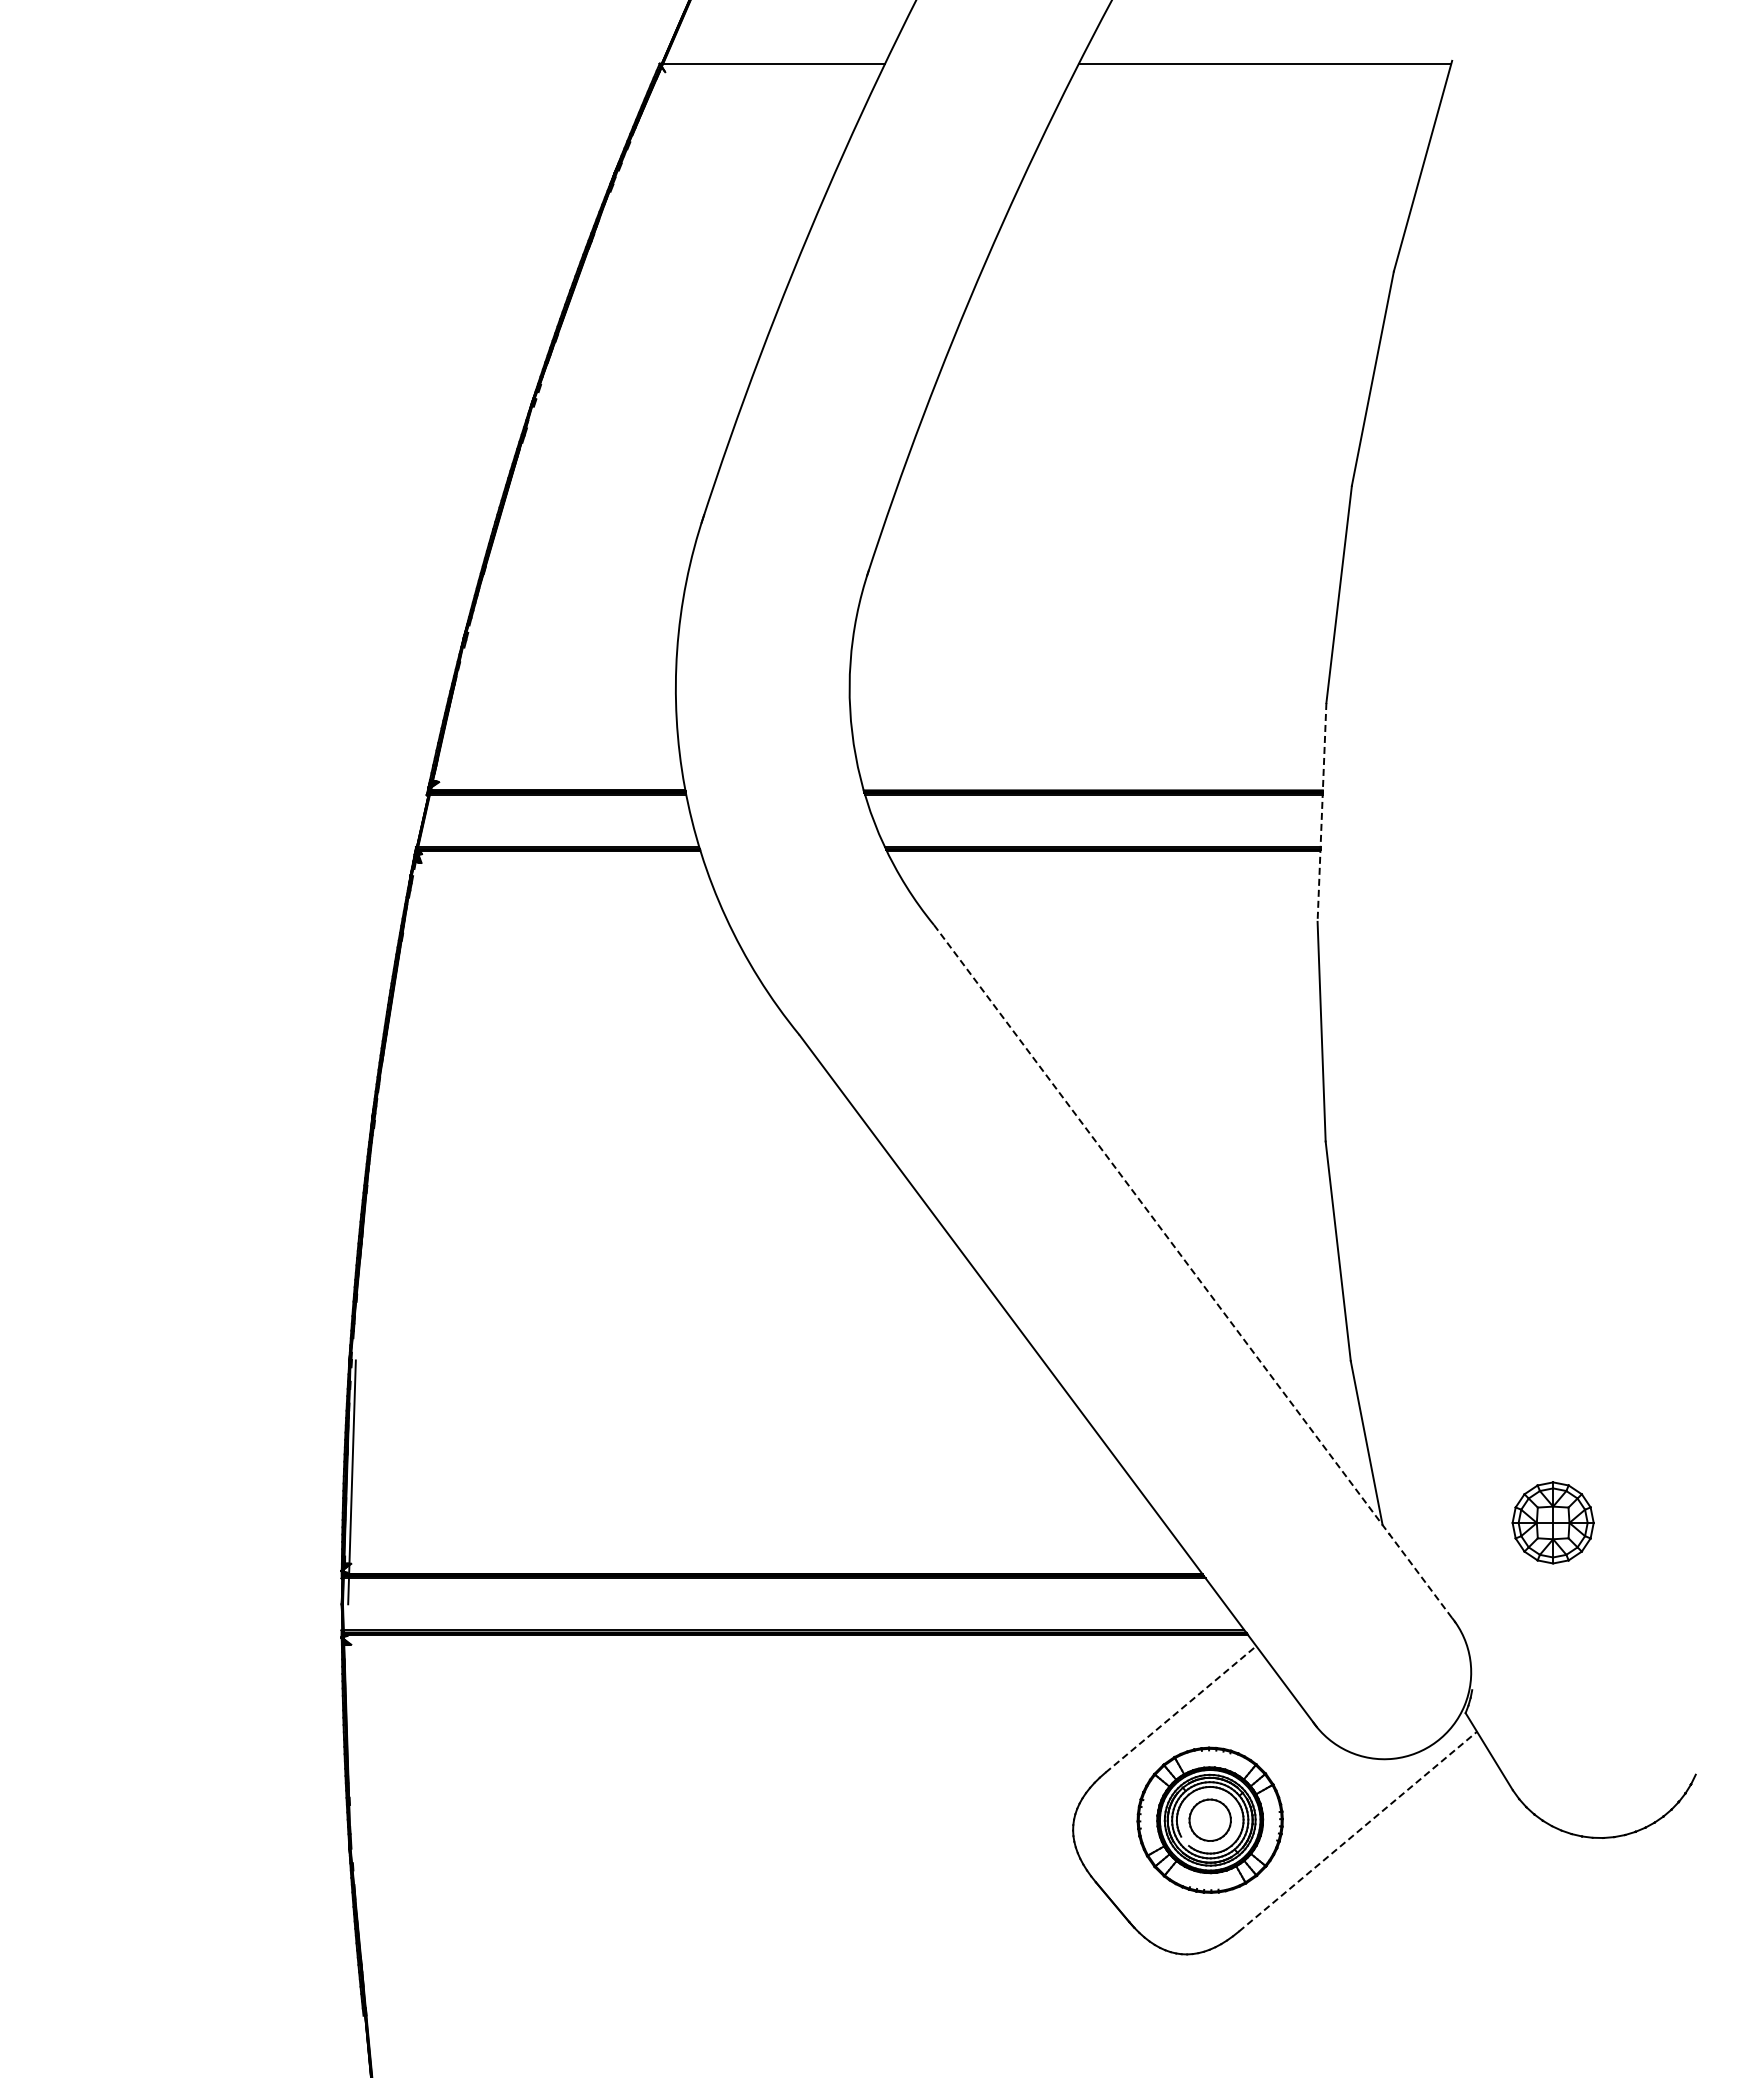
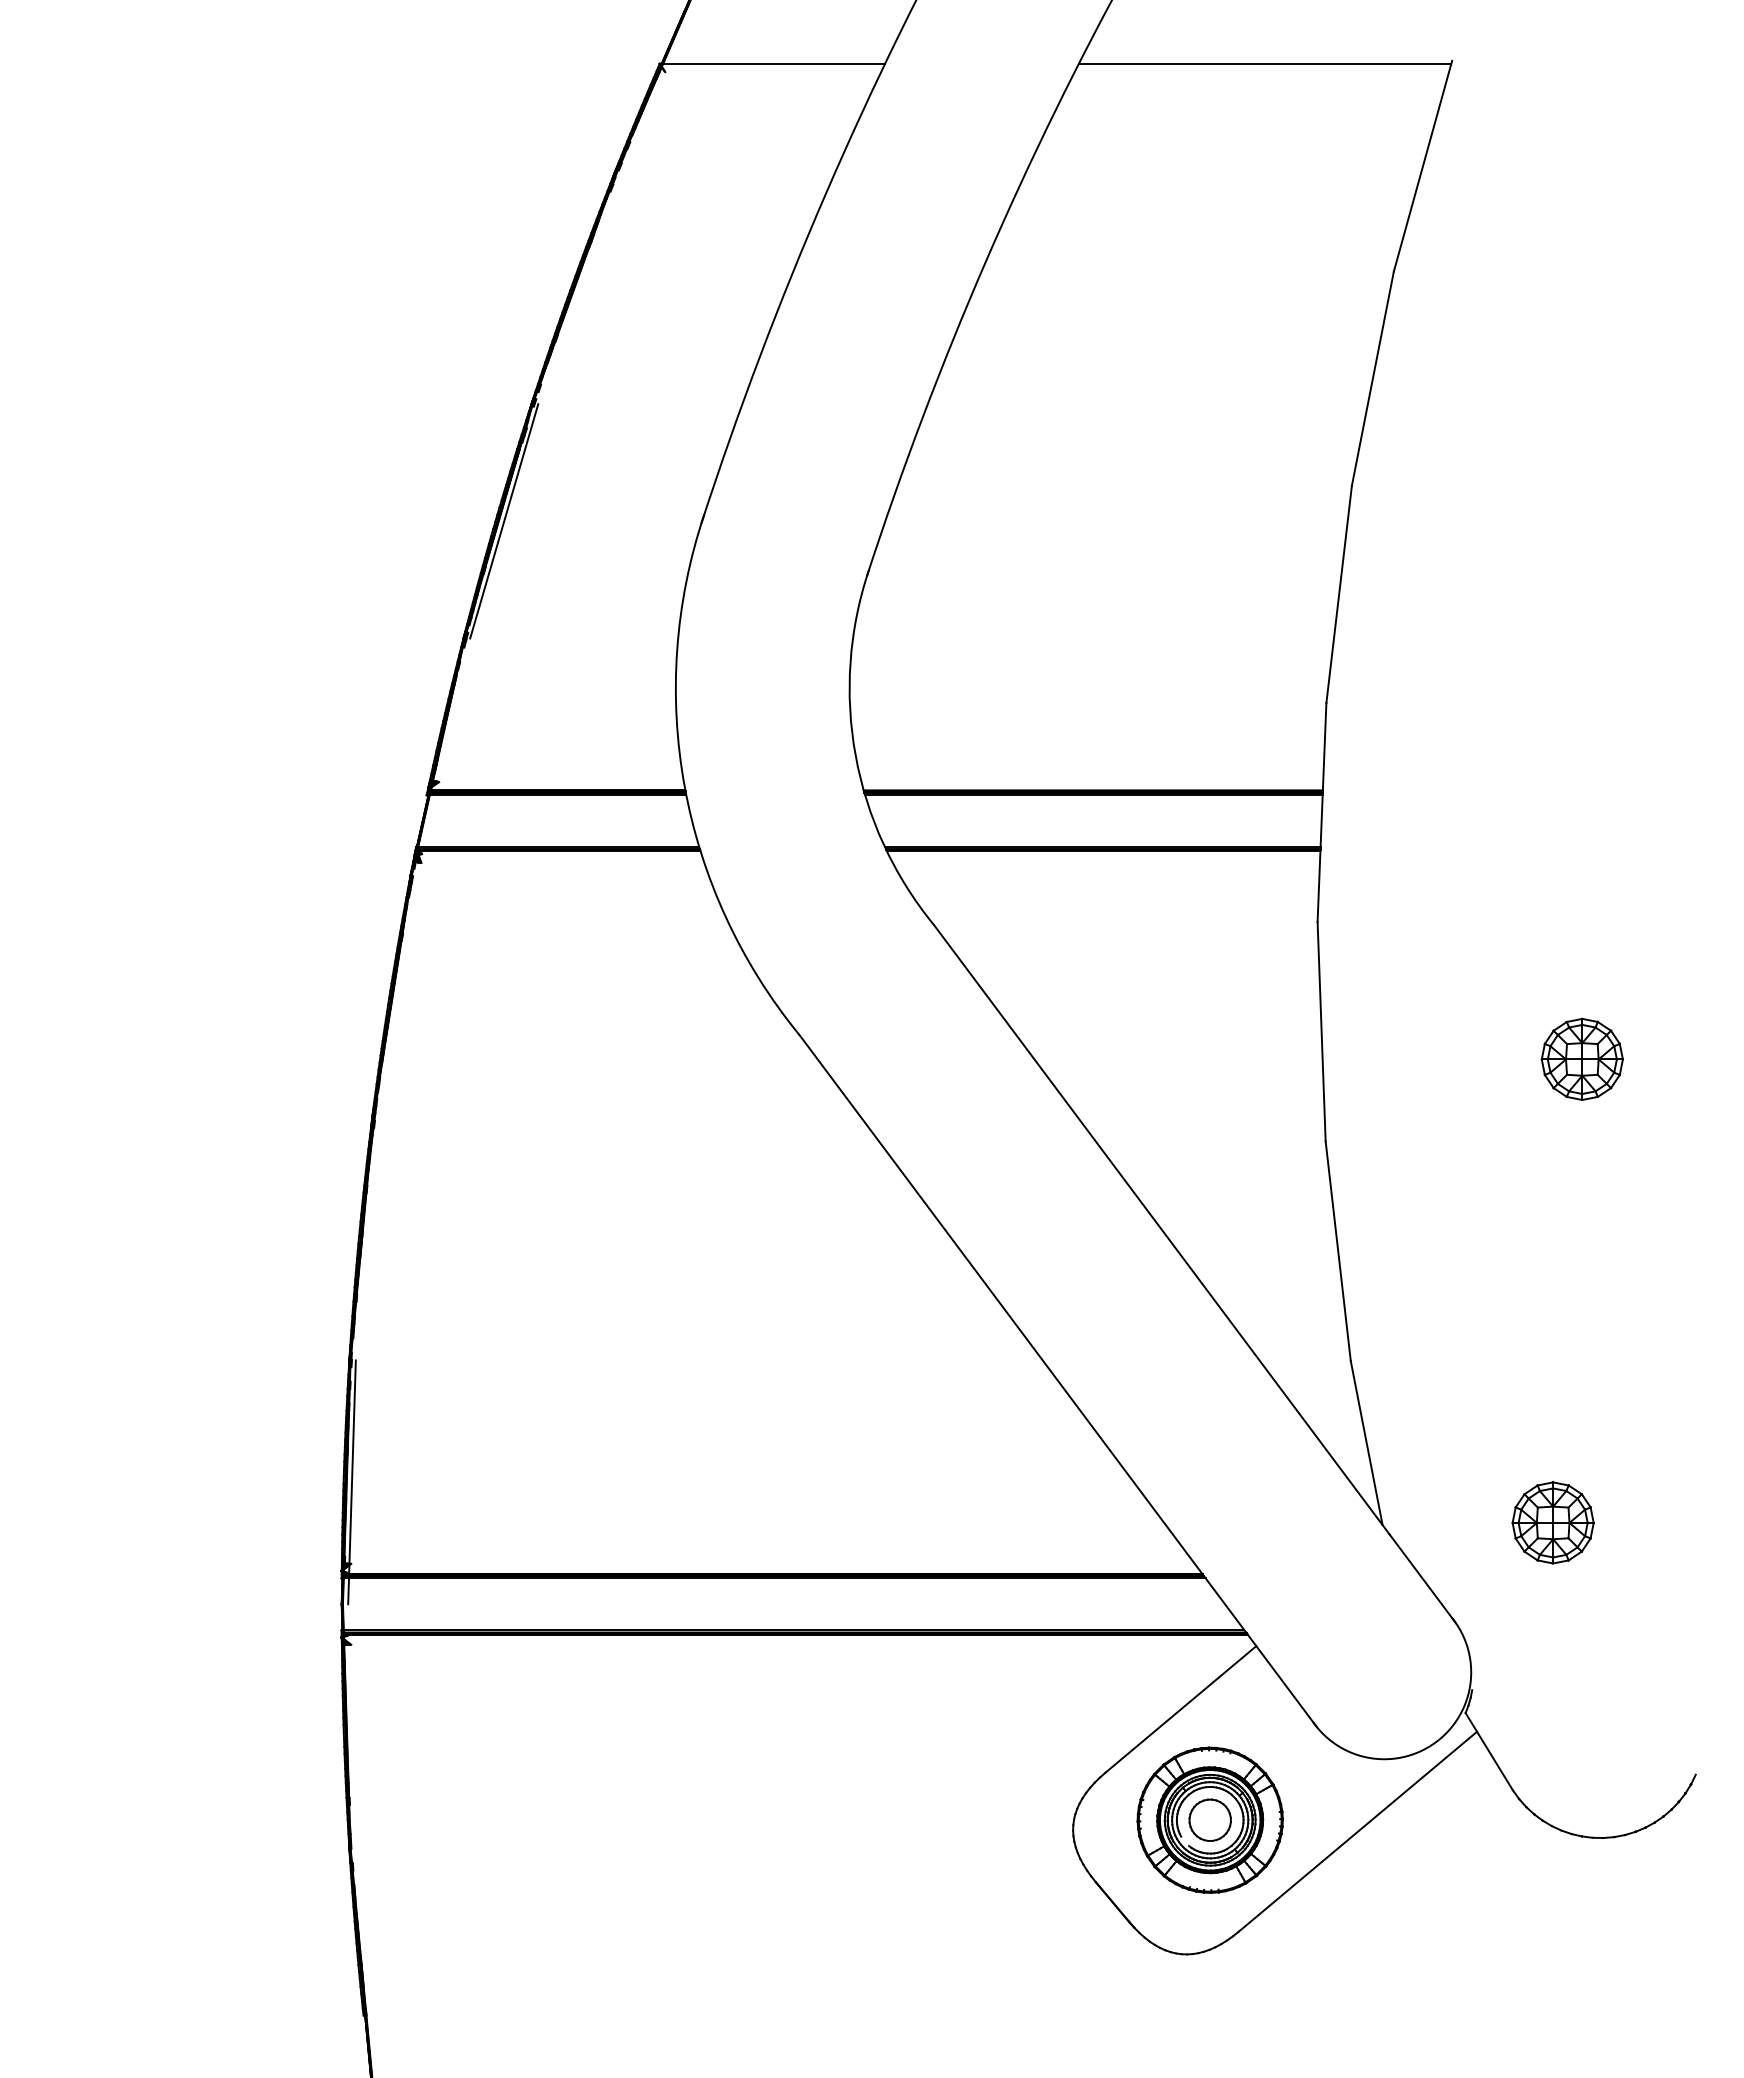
line at (504, 521): none -> present
line at (1322, 812): dashed -> solid
part at (1581, 1058): none -> present
line at (1194, 1274): dashed -> solid
line at (1181, 1709): dashed -> solid
line at (1358, 1831): dashed -> solid
